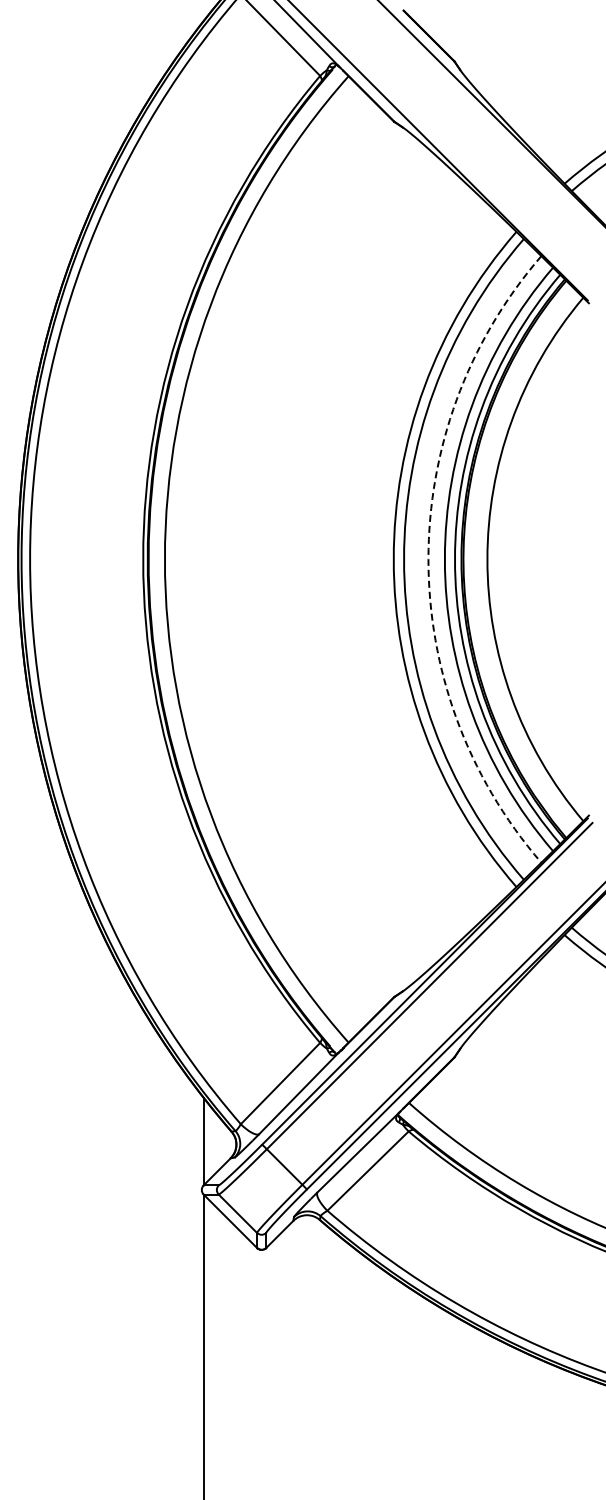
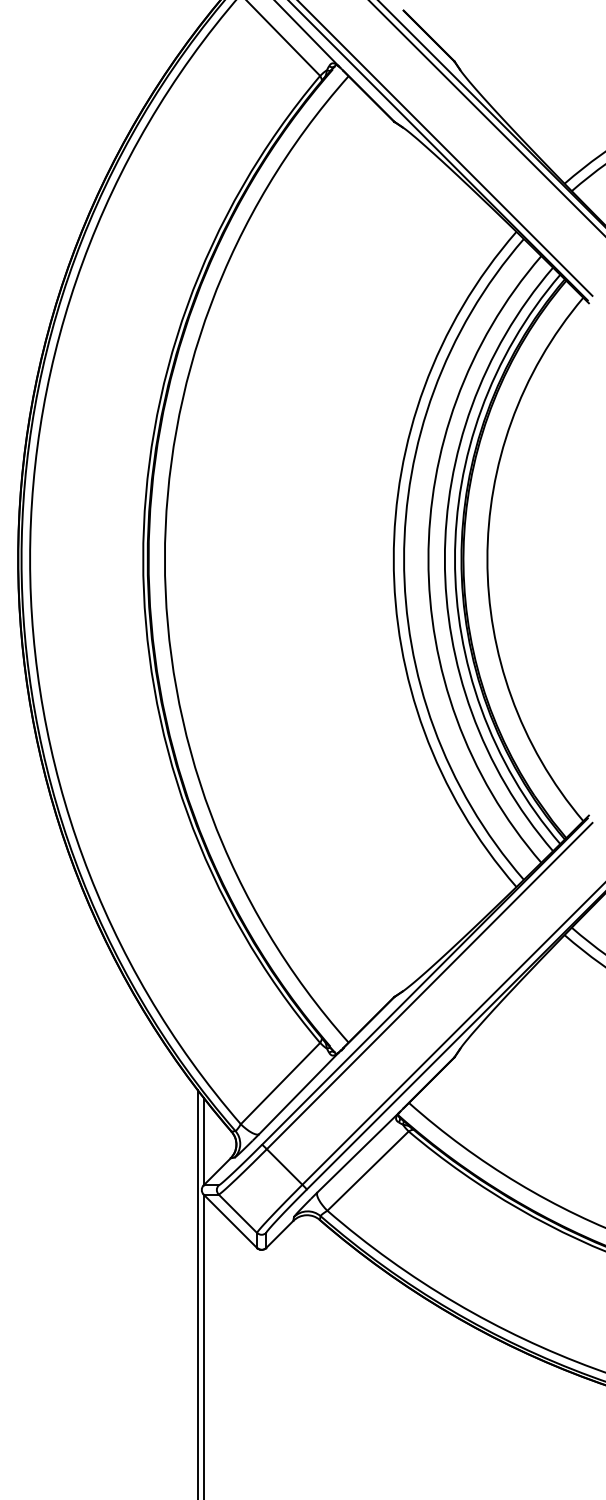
line at (486, 117): none -> present
line at (445, 148): none -> present
arc at (428, 559): dashed -> solid
line at (197, 1292): none -> present
